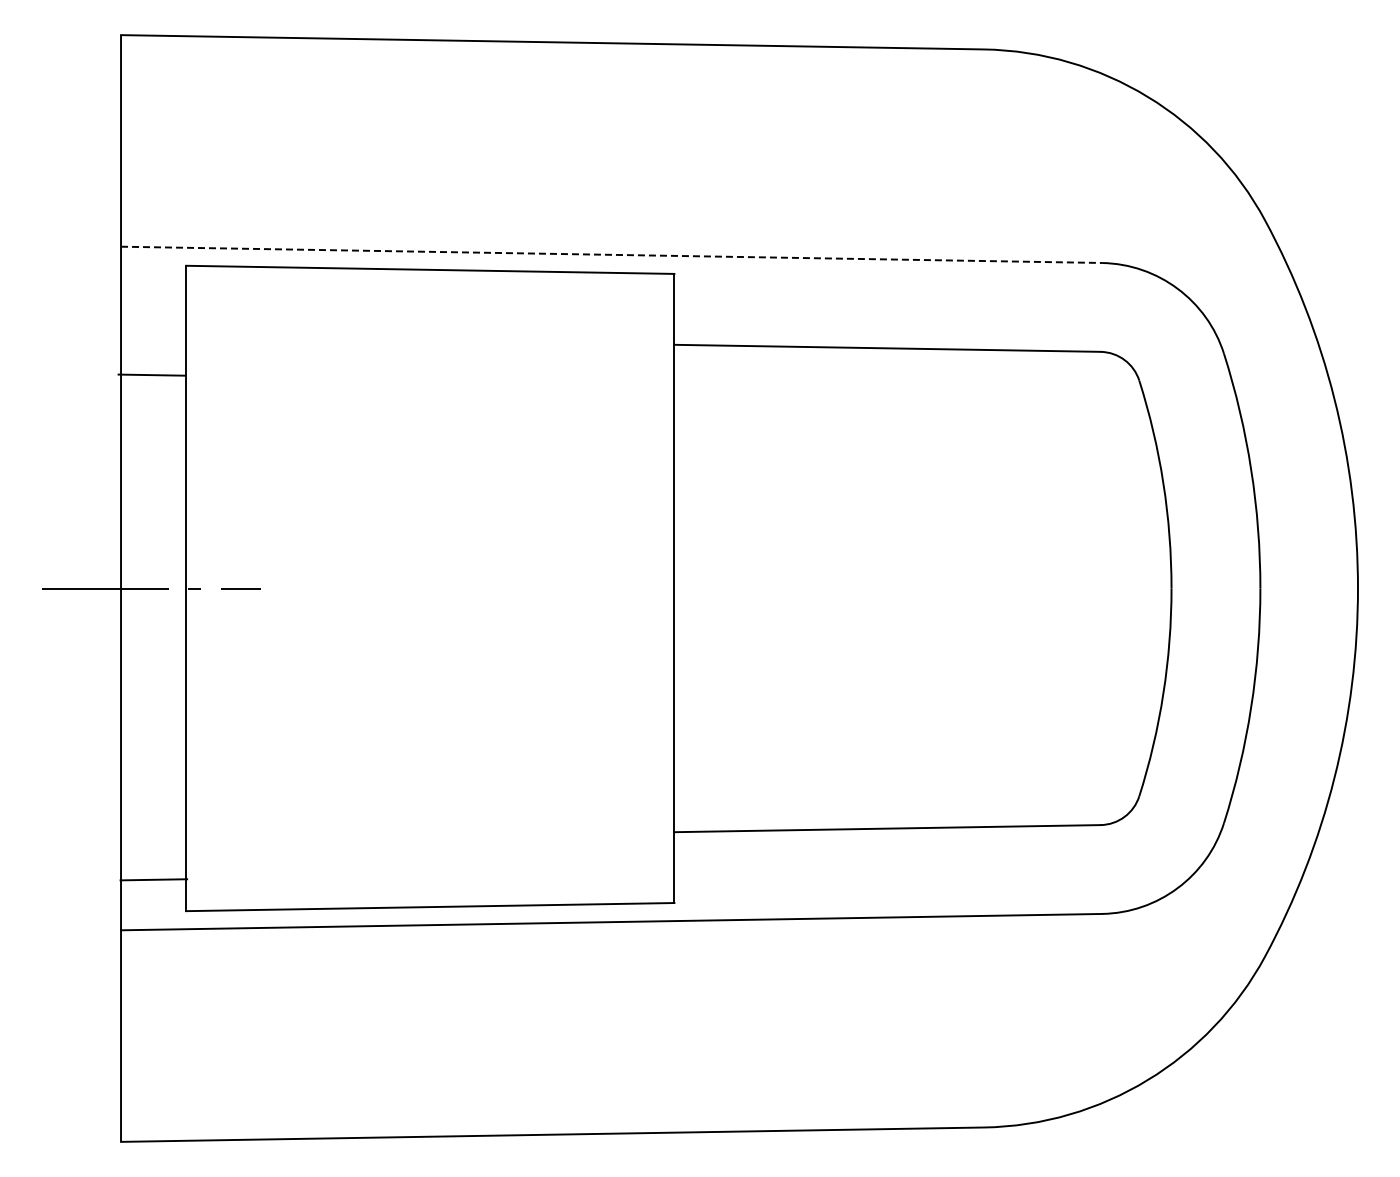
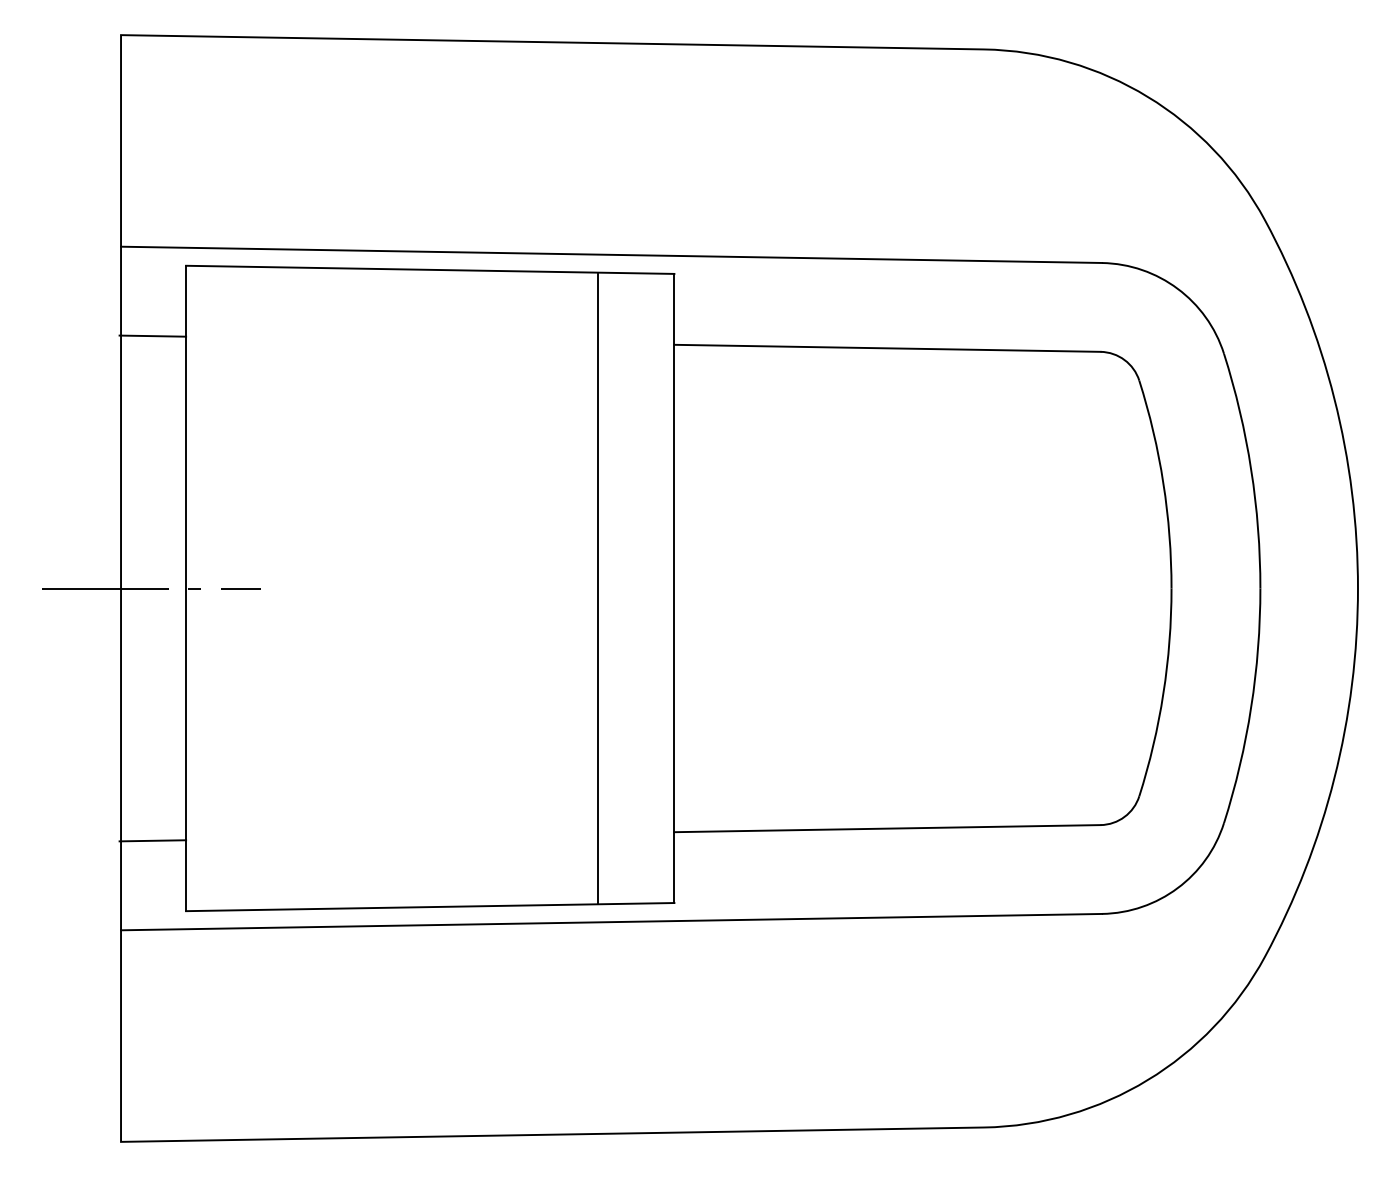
line at (611, 254): dashed -> solid
line at (151, 374) position: (151, 374) -> (152, 335)
line at (597, 588): none -> present
line at (153, 879) position: (153, 879) -> (152, 840)
